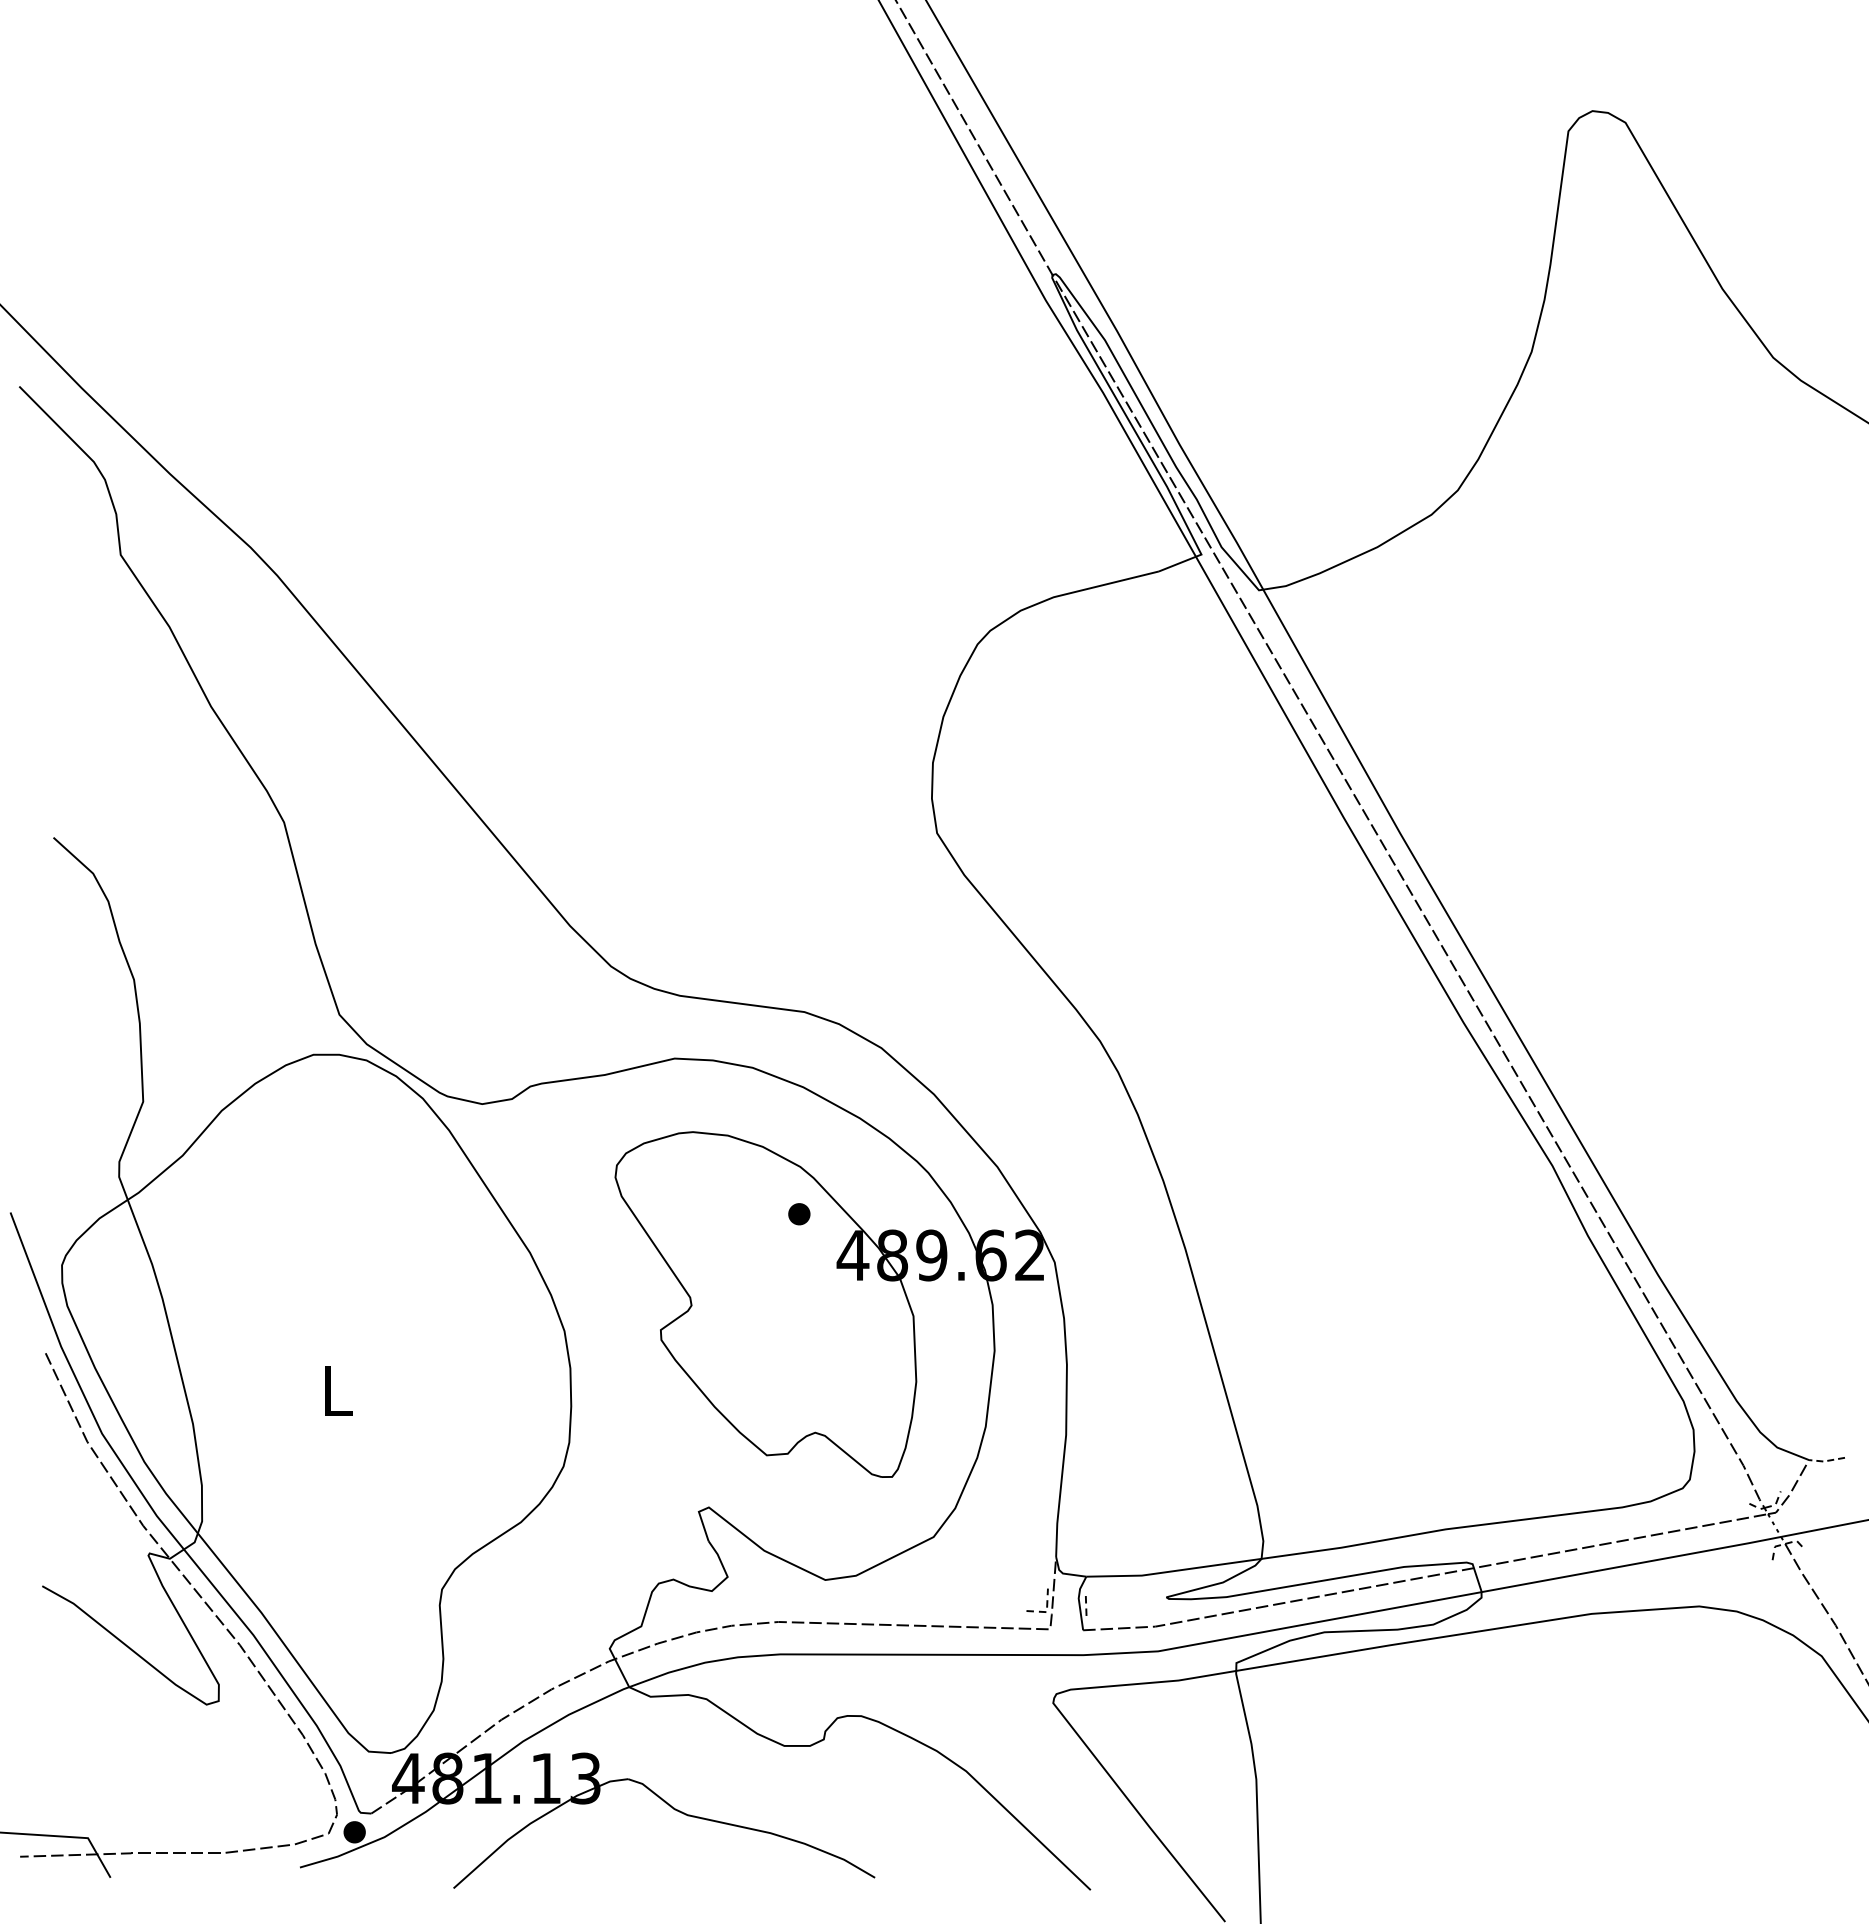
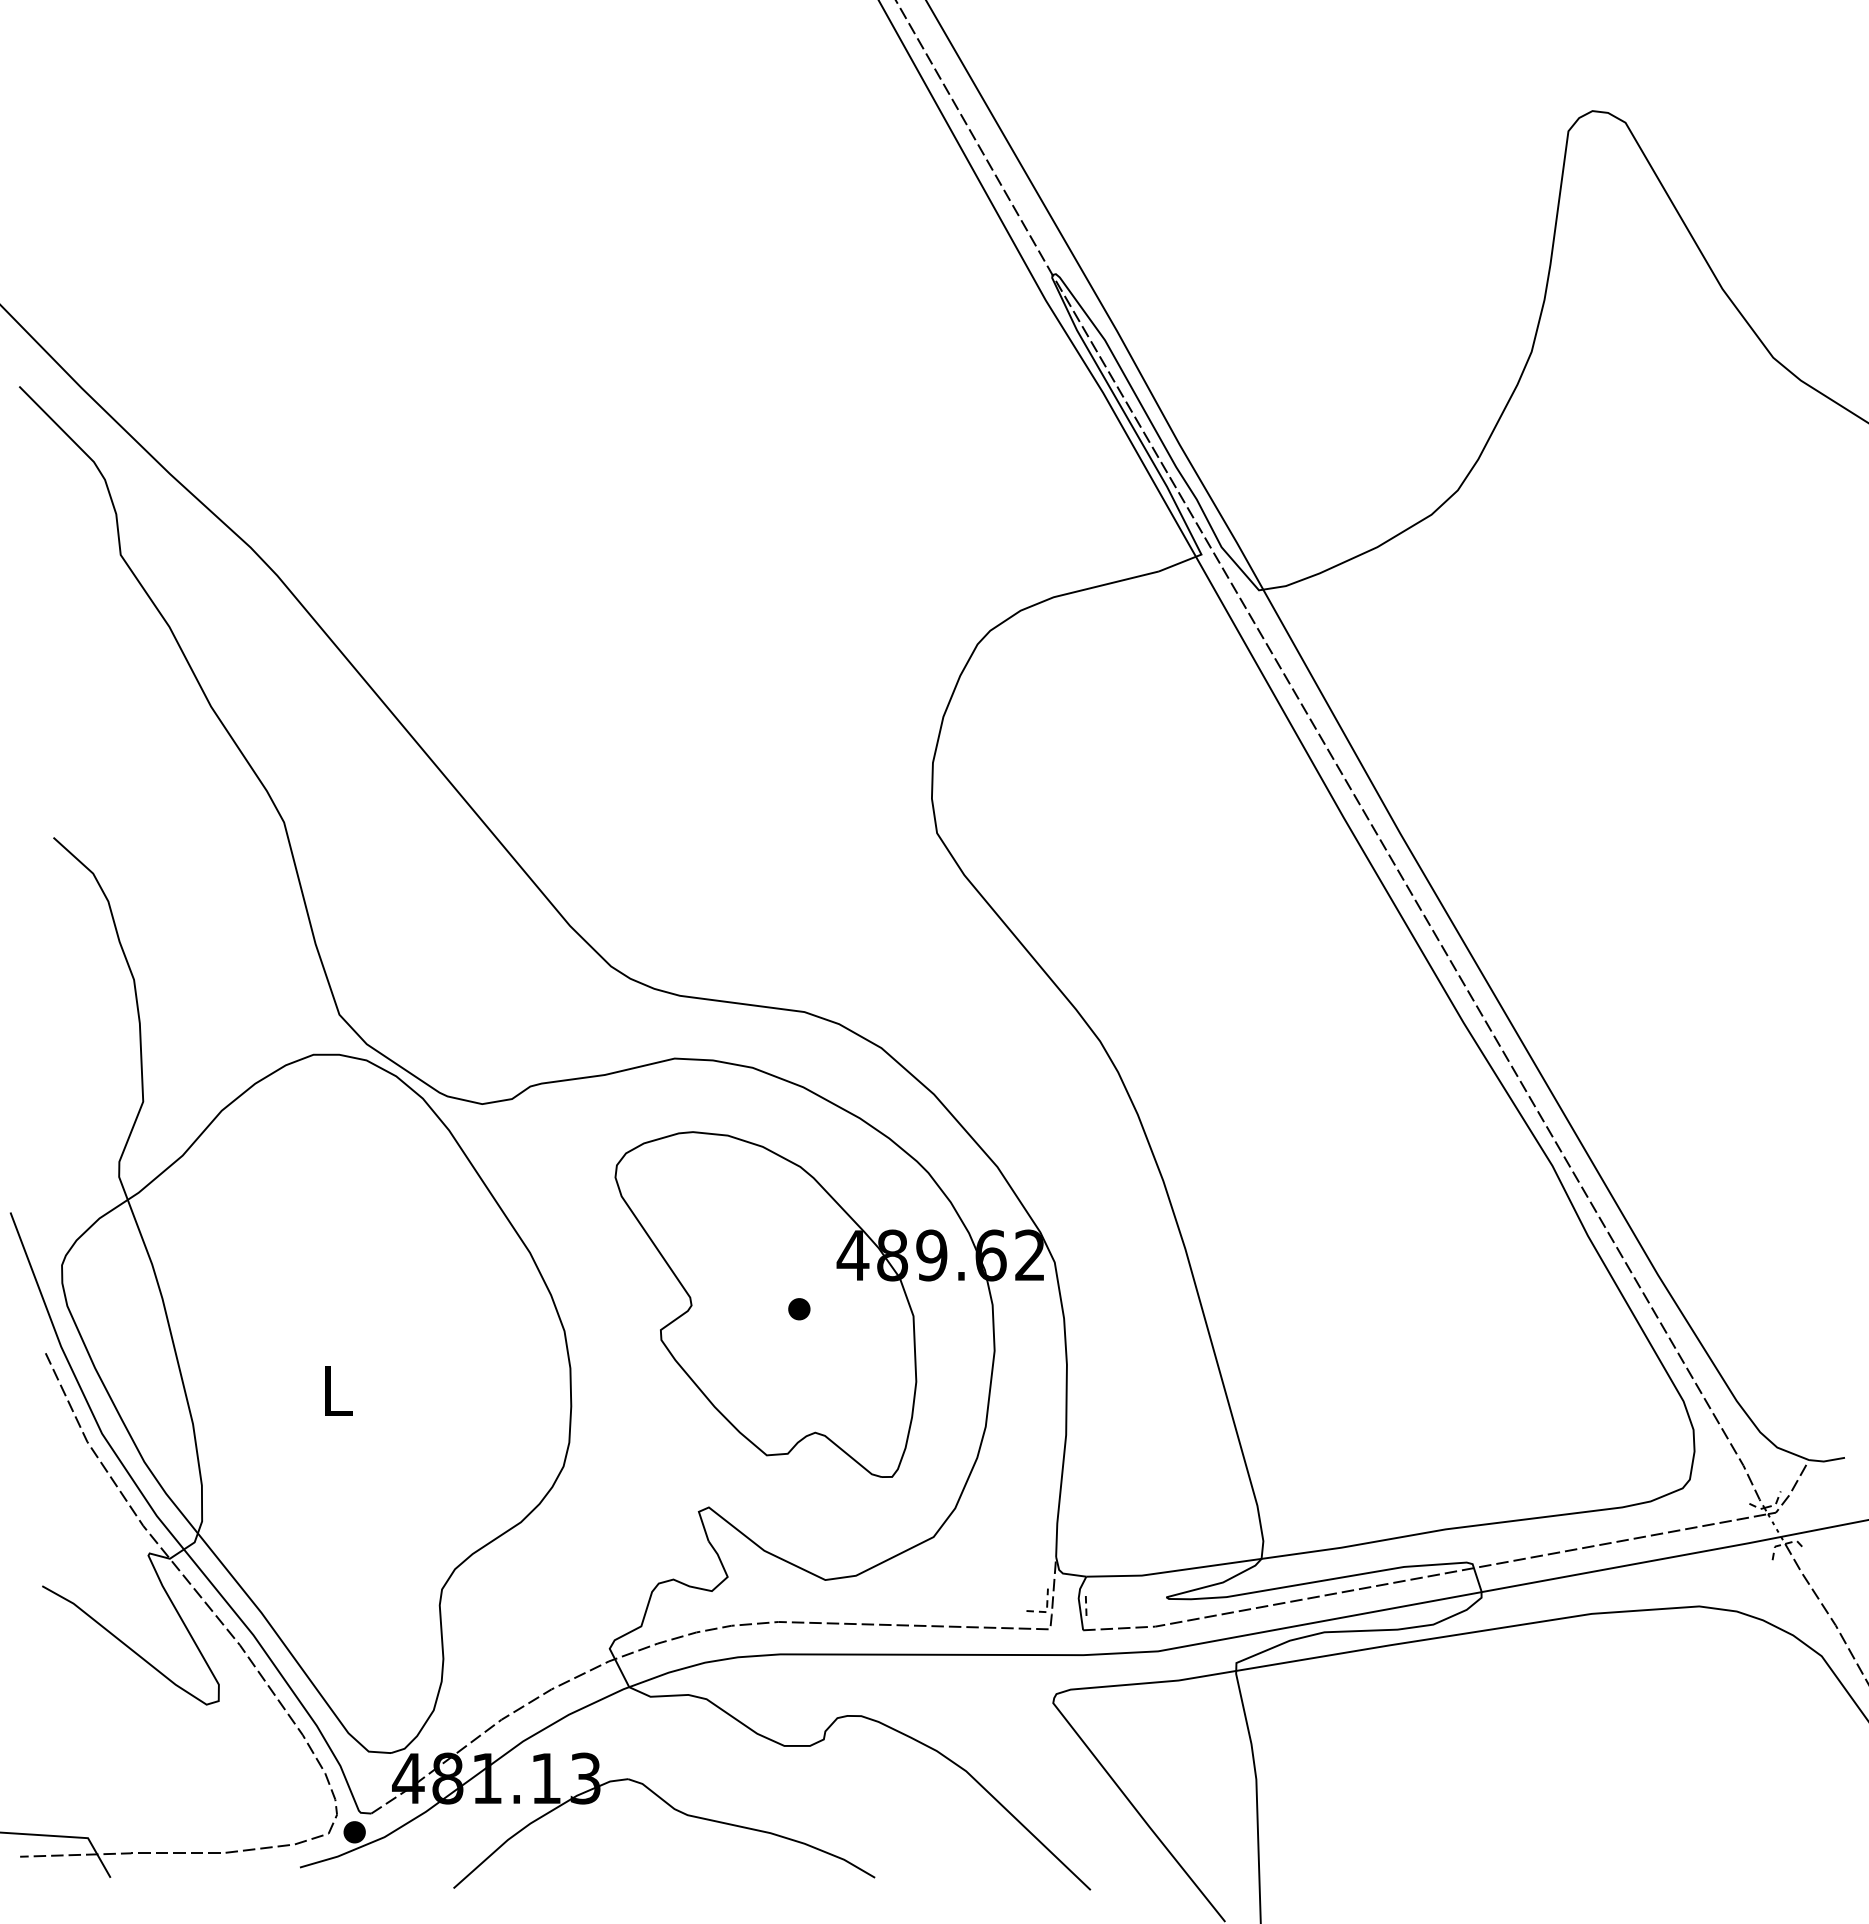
part at (799, 1214) position: (799, 1214) -> (799, 1309)
line at (1826, 1461): dashed -> solid
